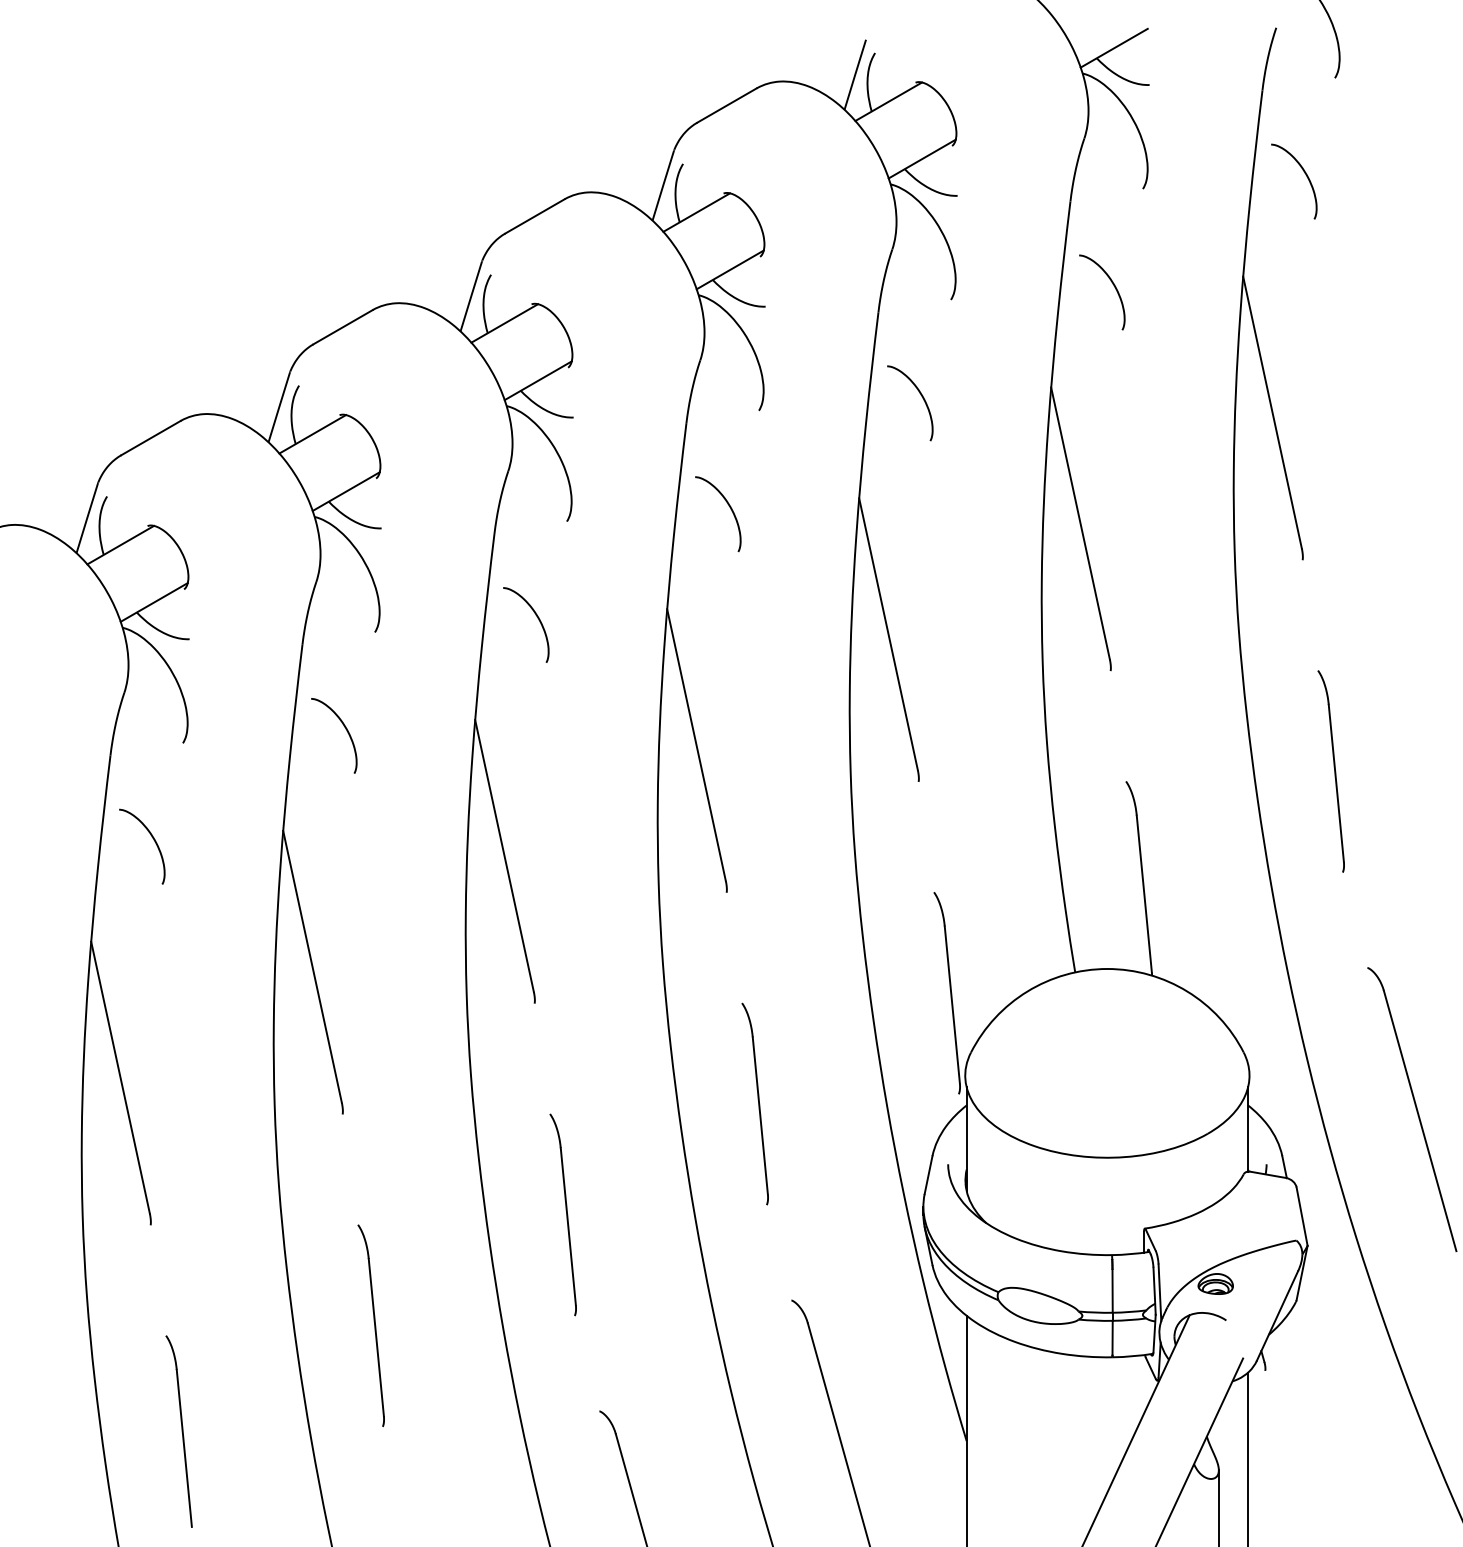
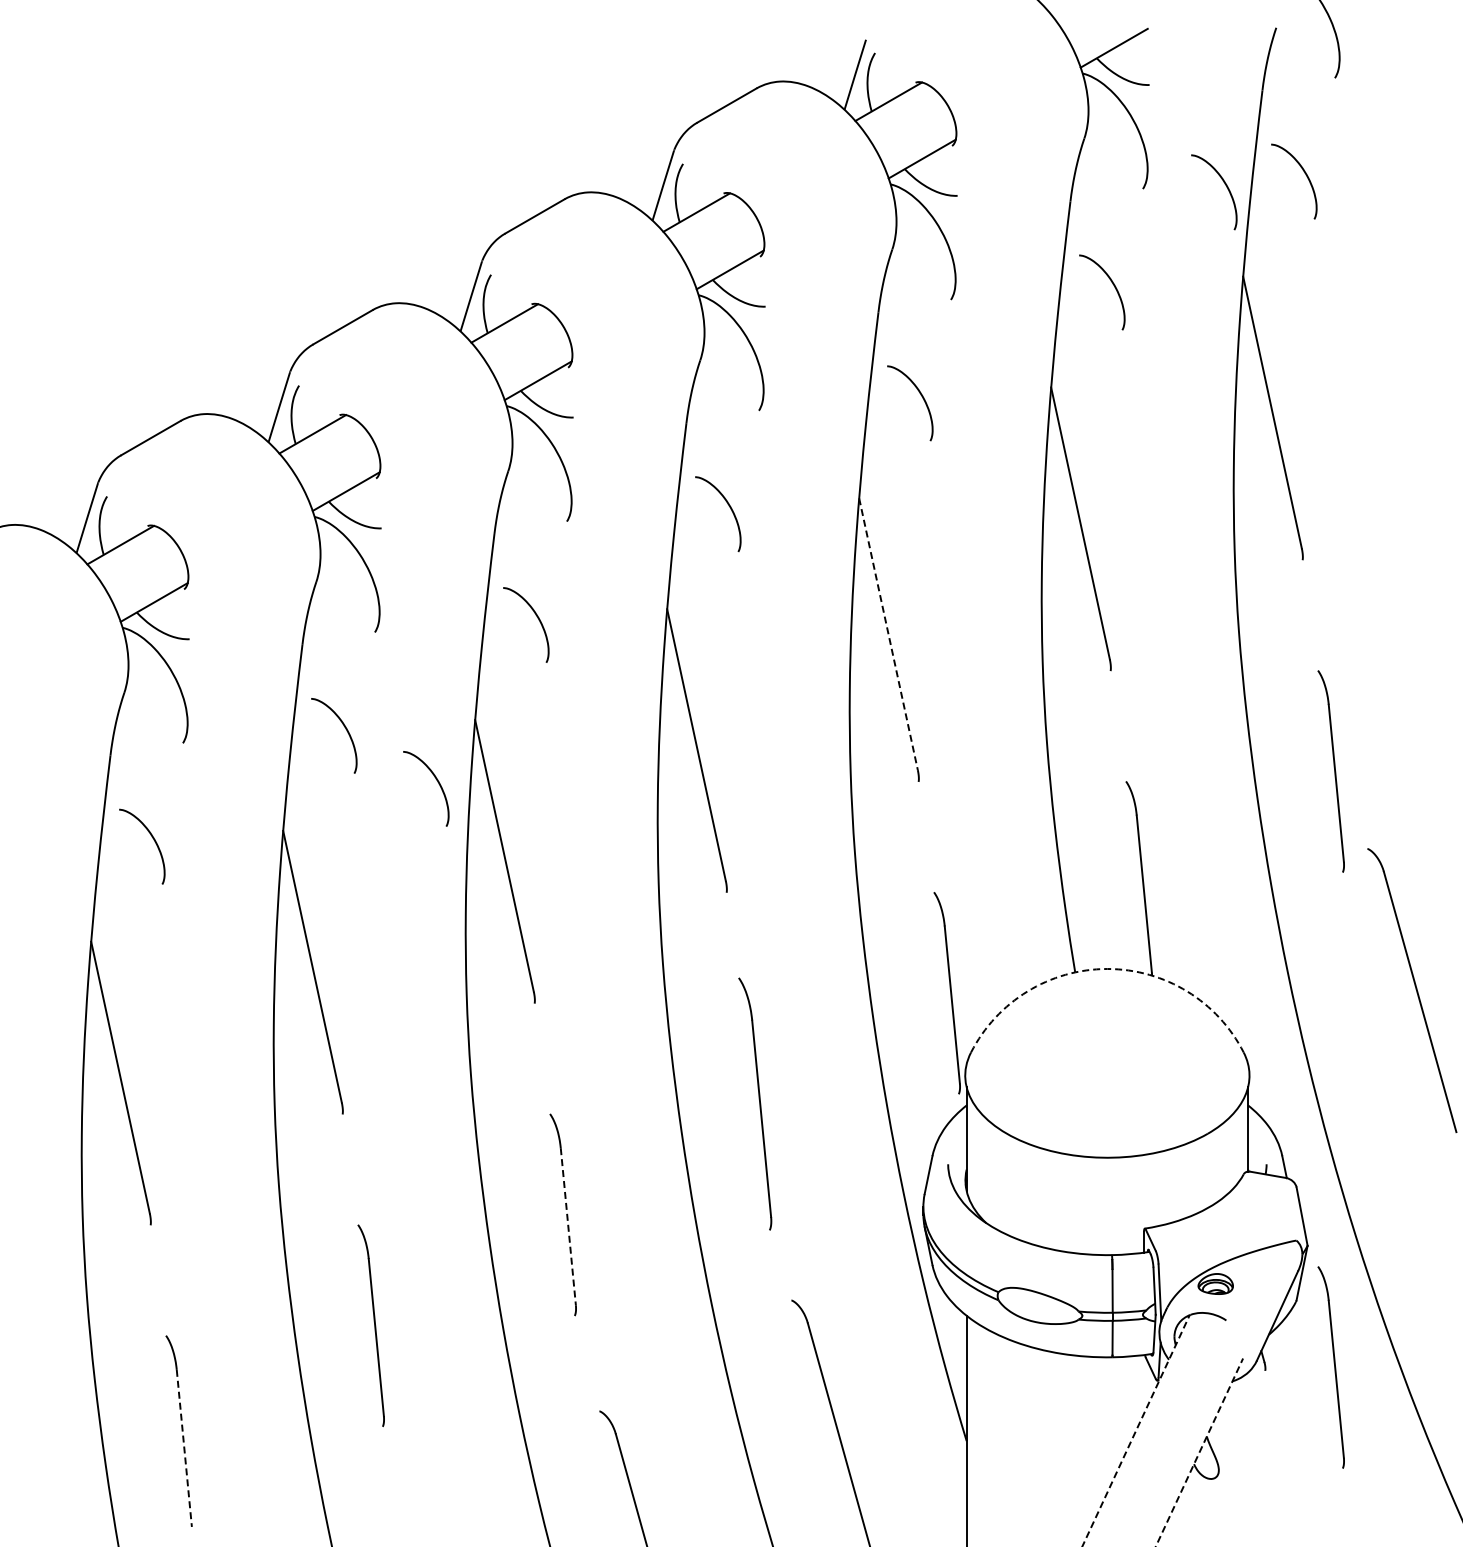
curve at (1224, 184): none -> present
line at (888, 634): solid -> dashed
curve at (437, 782): none -> present
arc at (1107, 968): solid -> dashed
part at (754, 1103) size: 28x204 px -> 35x254 px
part at (1412, 1109) position: (1412, 1109) -> (1412, 990)
line at (568, 1226): solid -> dashed
part at (1330, 1367): none -> present
line at (1136, 1430): solid -> dashed
line at (184, 1448): solid -> dashed
line at (1199, 1451): solid -> dashed
line at (1248, 1457): present -> none
line at (1218, 1506): present -> none
